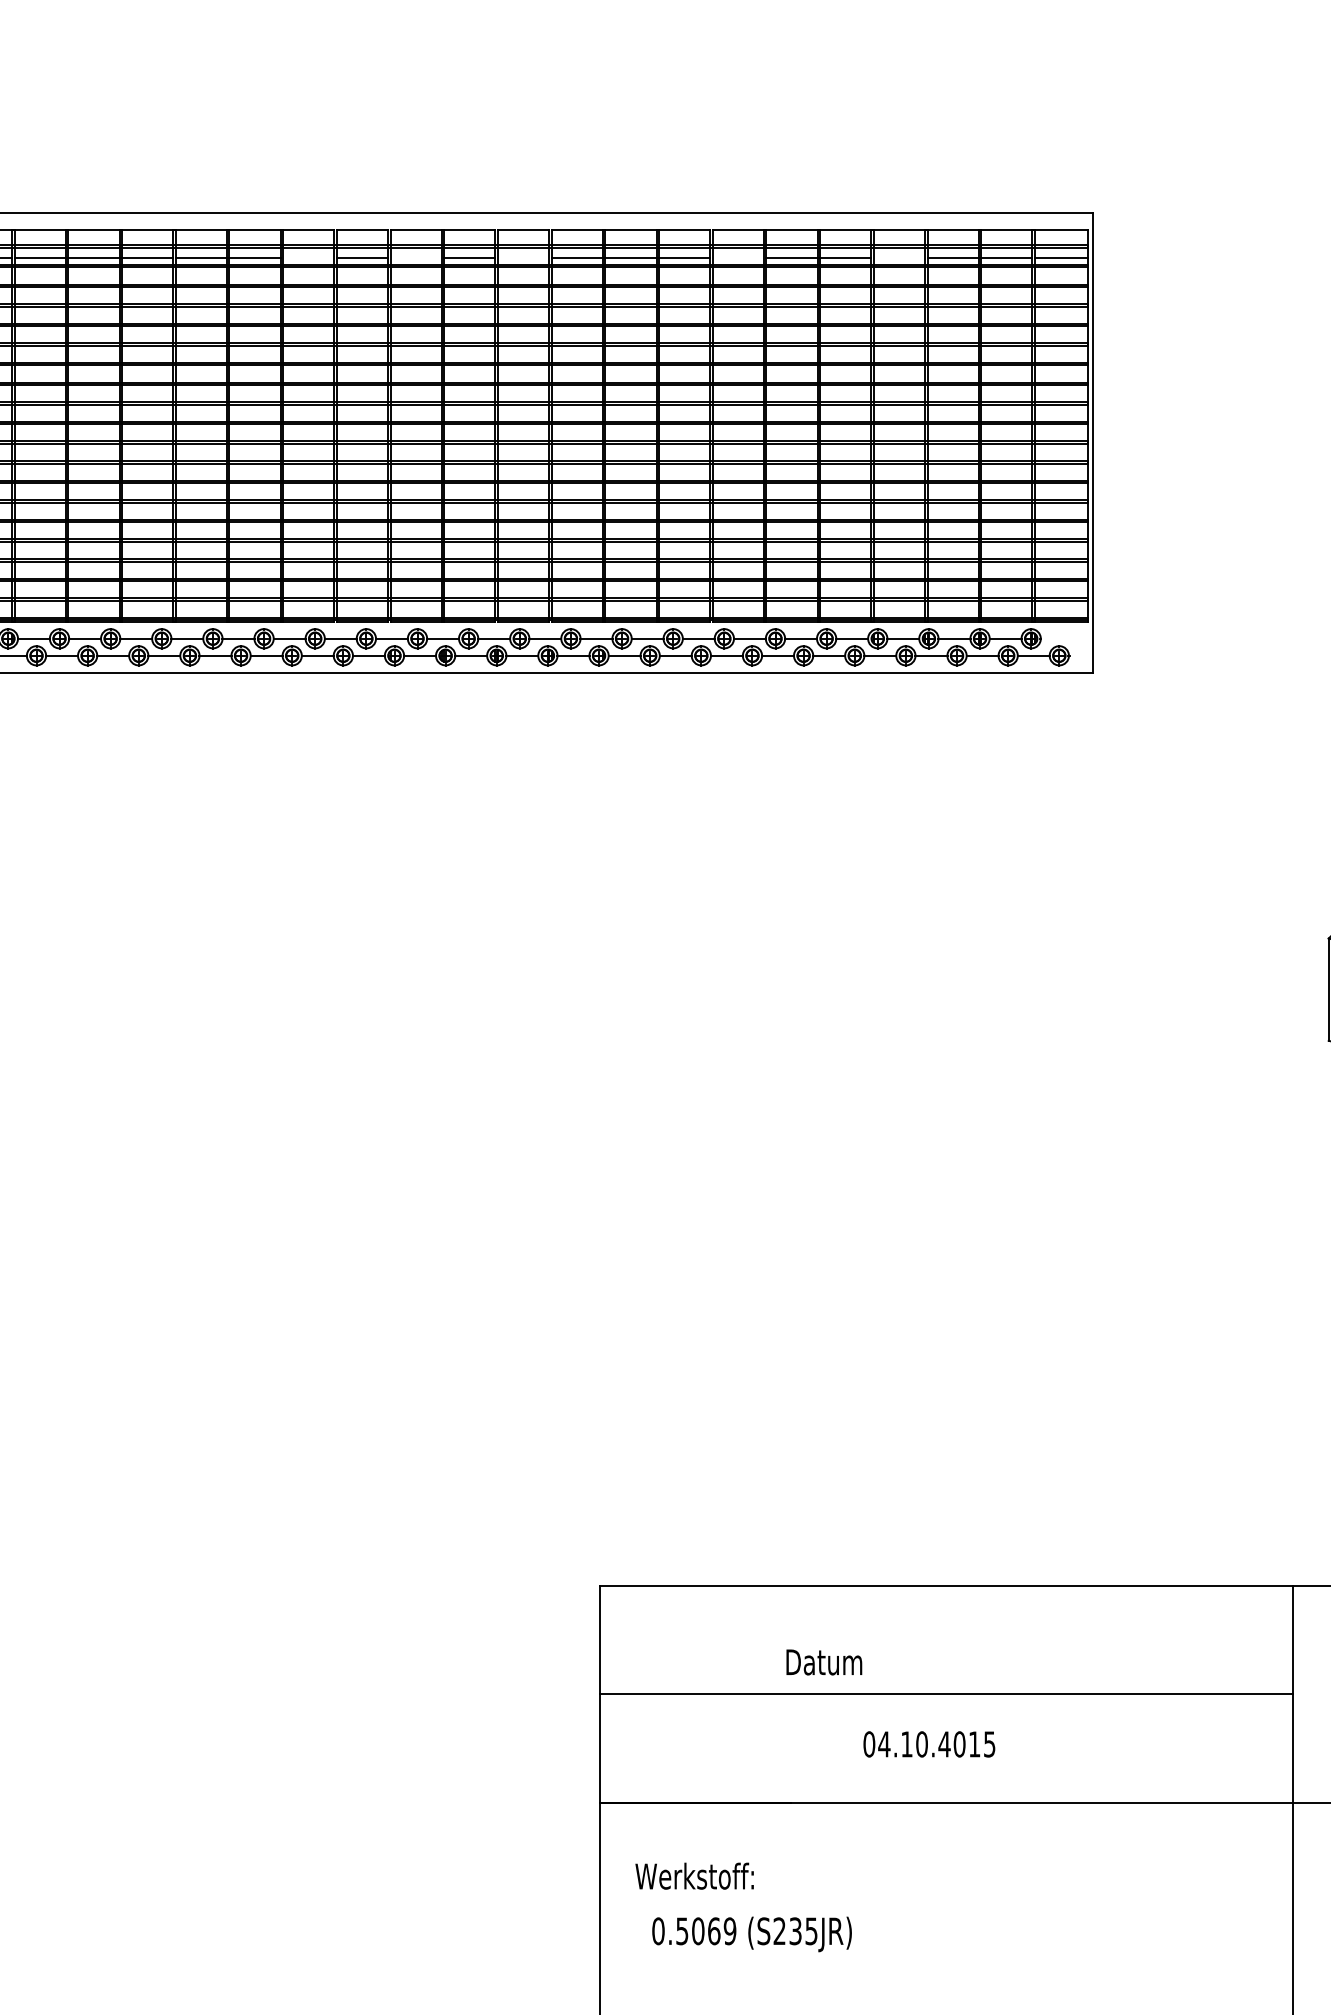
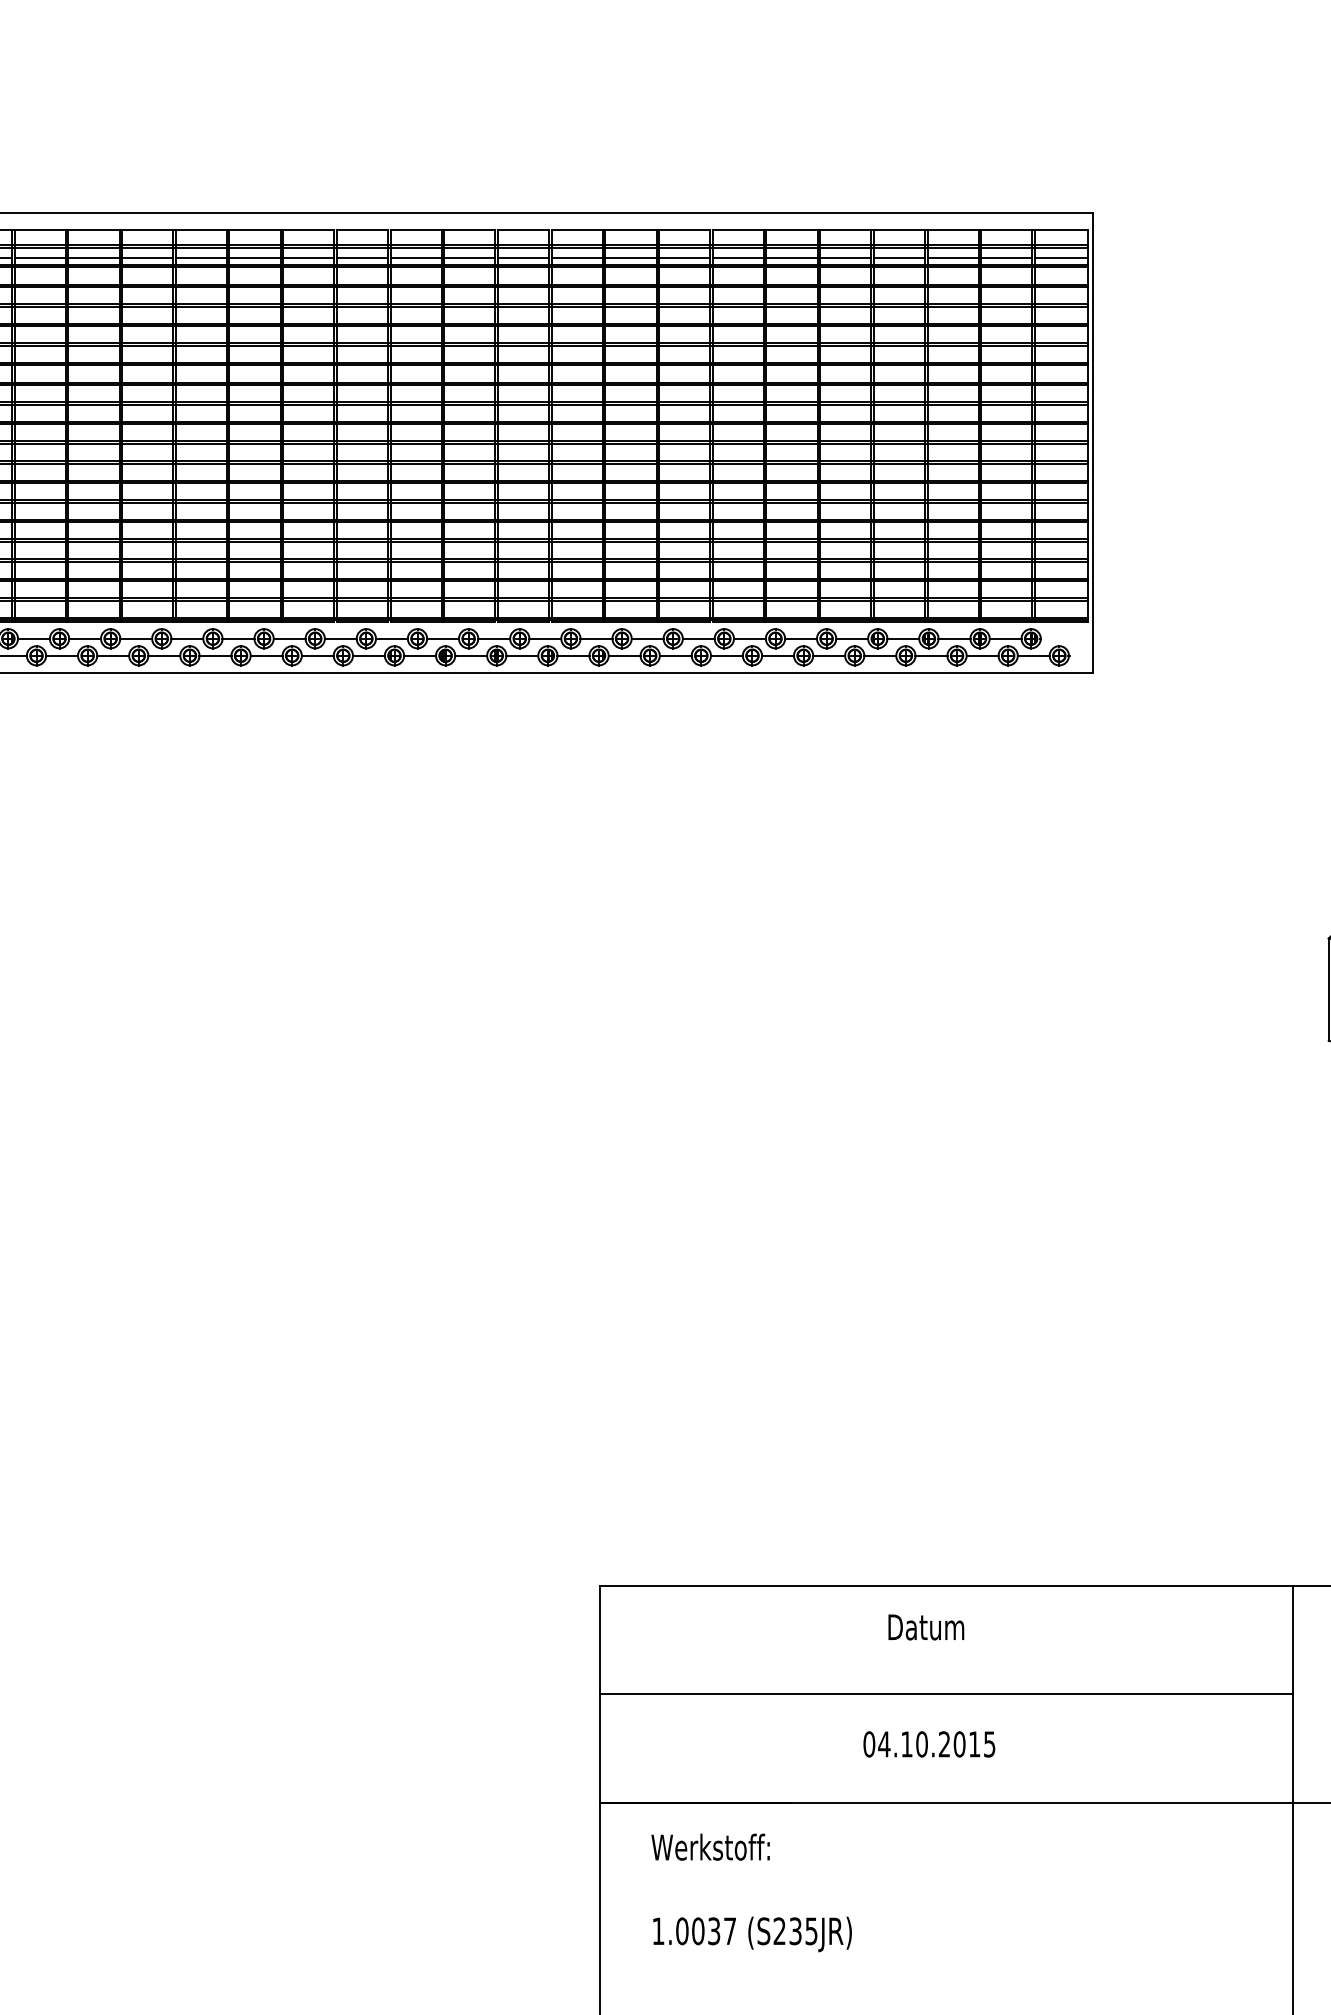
line at (308, 258): none -> present
line at (415, 258): none -> present
line at (523, 258): none -> present
line at (737, 258): none -> present
line at (899, 258): none -> present
text at (824, 1662) position: (824, 1662) -> (926, 1627)
text at (944, 1744): 04.10.4015 -> 04.10.2015
text at (694, 1875) position: (694, 1875) -> (710, 1846)
text at (694, 1931): 0.5069 -> 1.0037
